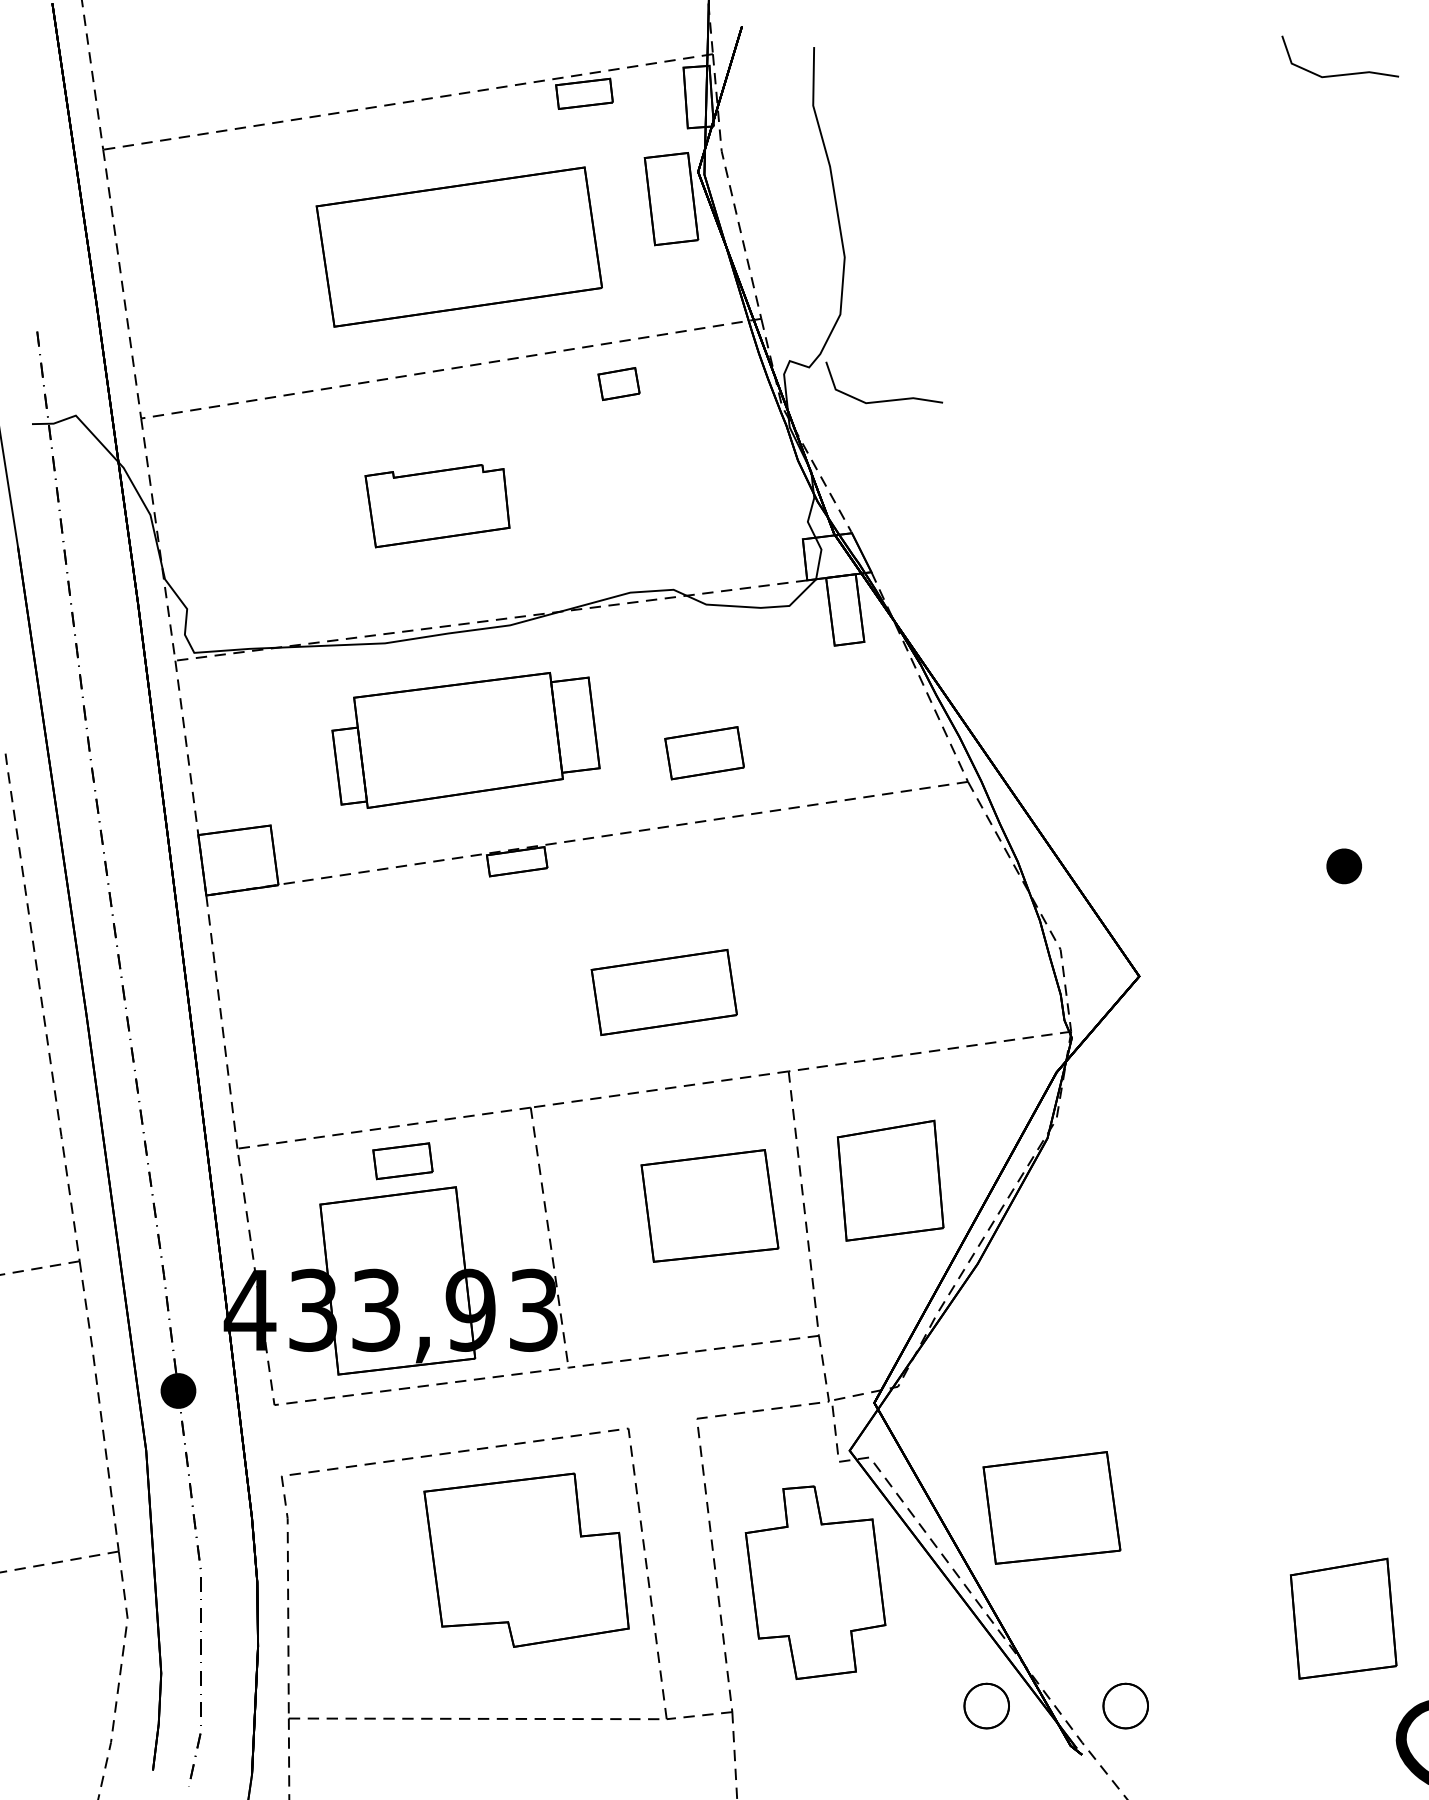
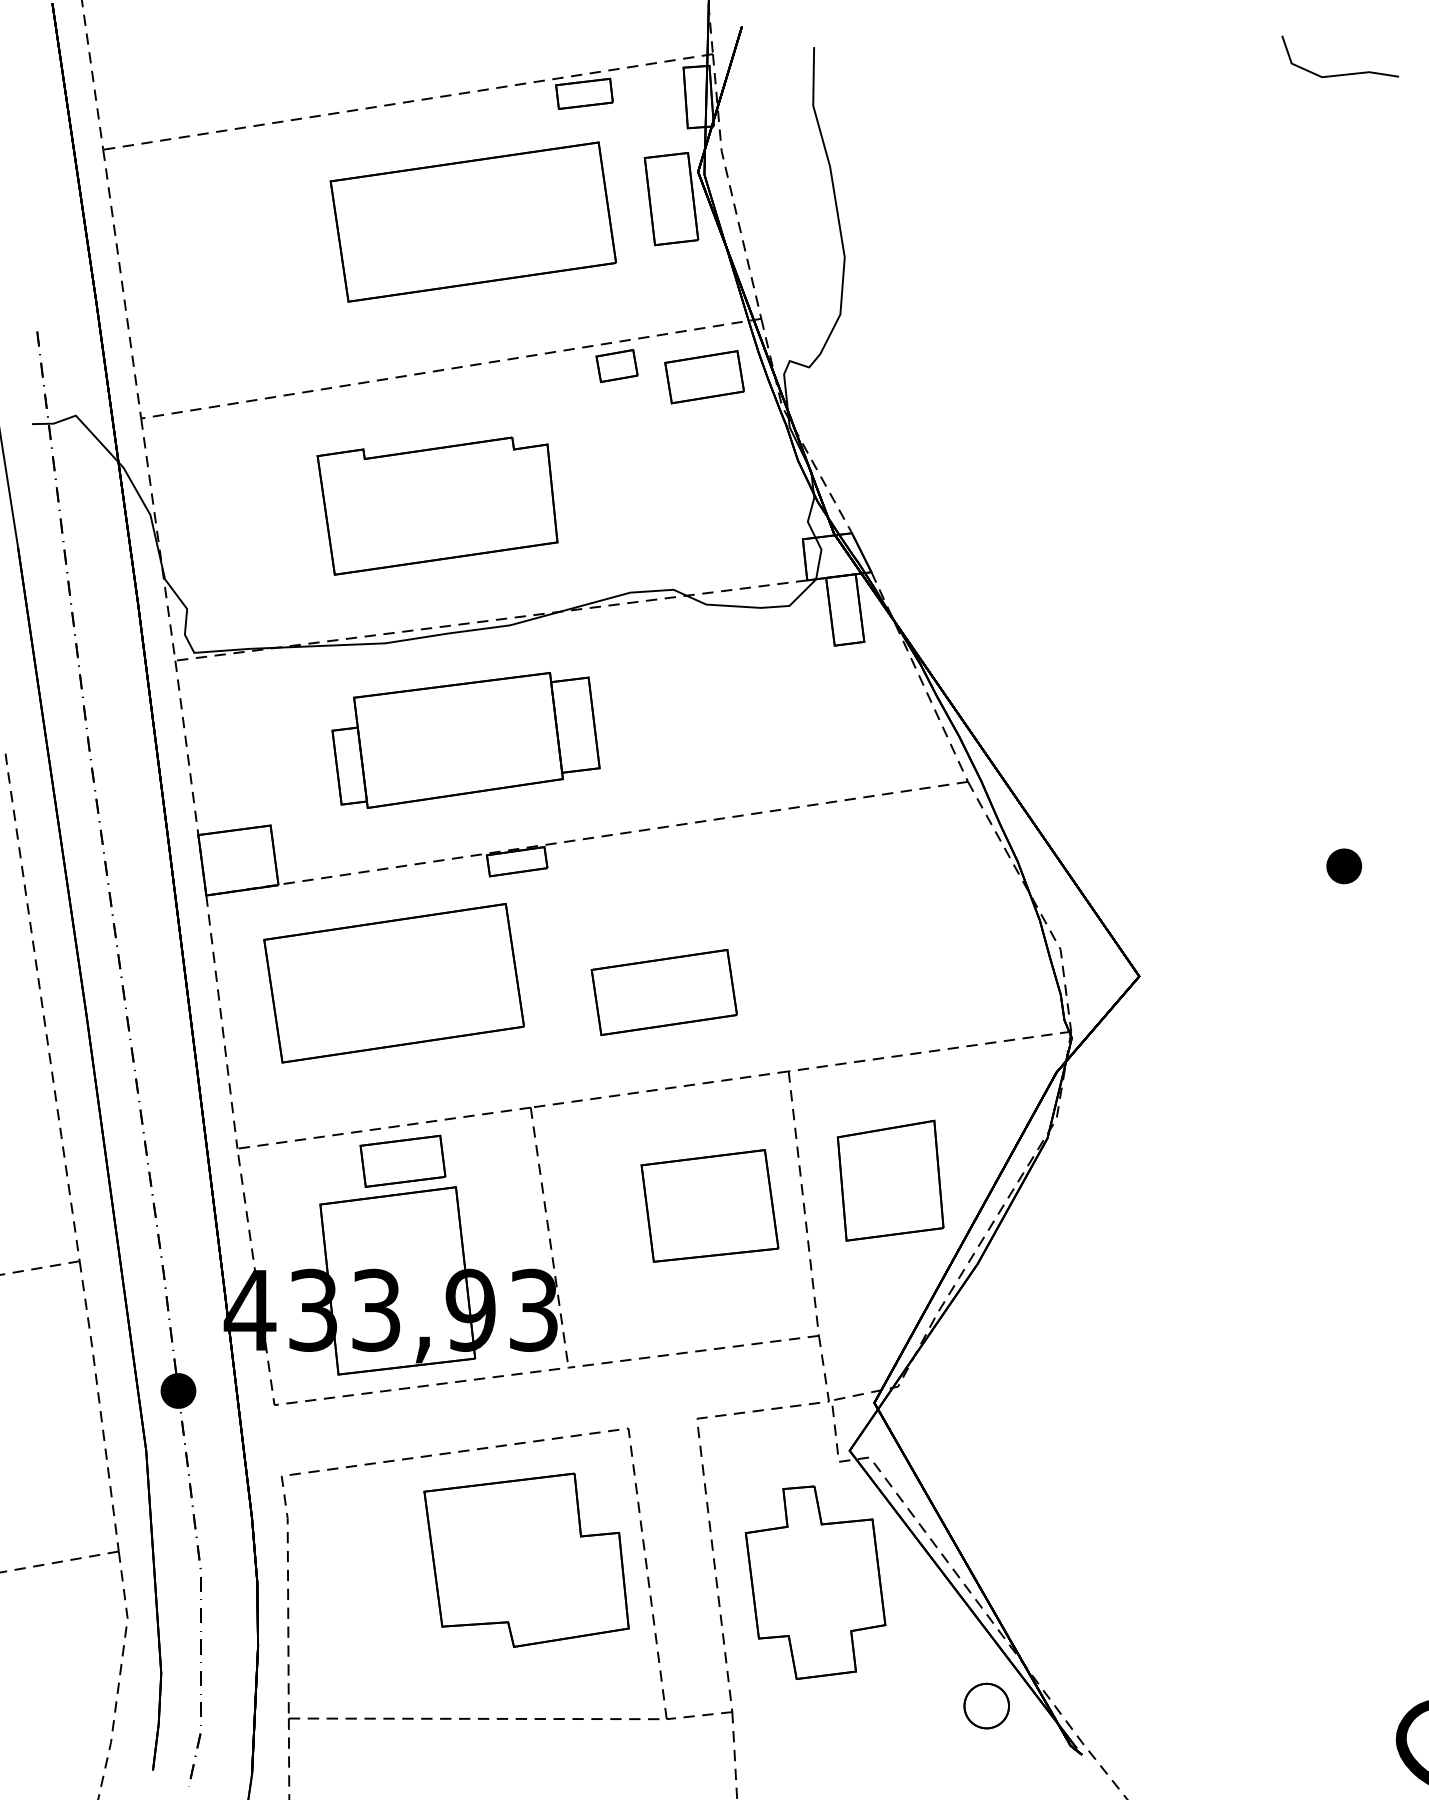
part at (458, 246) position: (458, 246) -> (472, 221)
part at (618, 383) position: (618, 383) -> (616, 365)
line at (888, 399): present -> none
part at (437, 506) size: 147x85 px -> 243x140 px
part at (704, 753) position: (704, 753) -> (704, 377)
part at (393, 983): none -> present
part at (402, 1161) size: 62x39 px -> 88x54 px
part at (1051, 1507): present -> none
part at (1343, 1618): present -> none
part at (1125, 1705): present -> none
